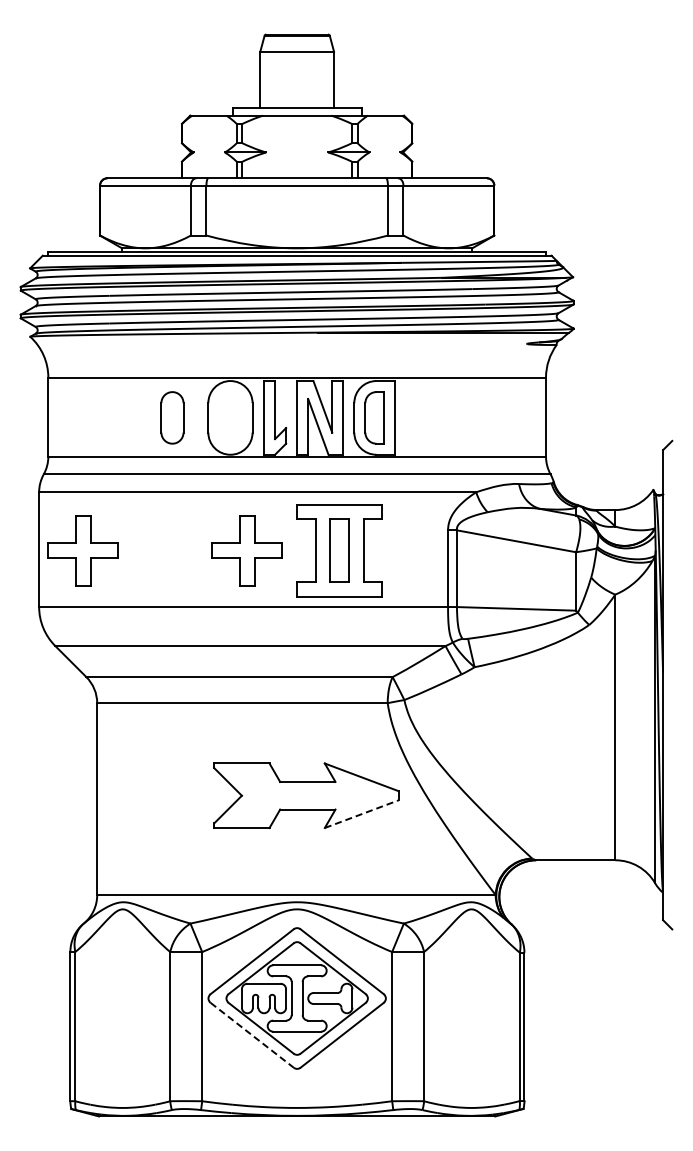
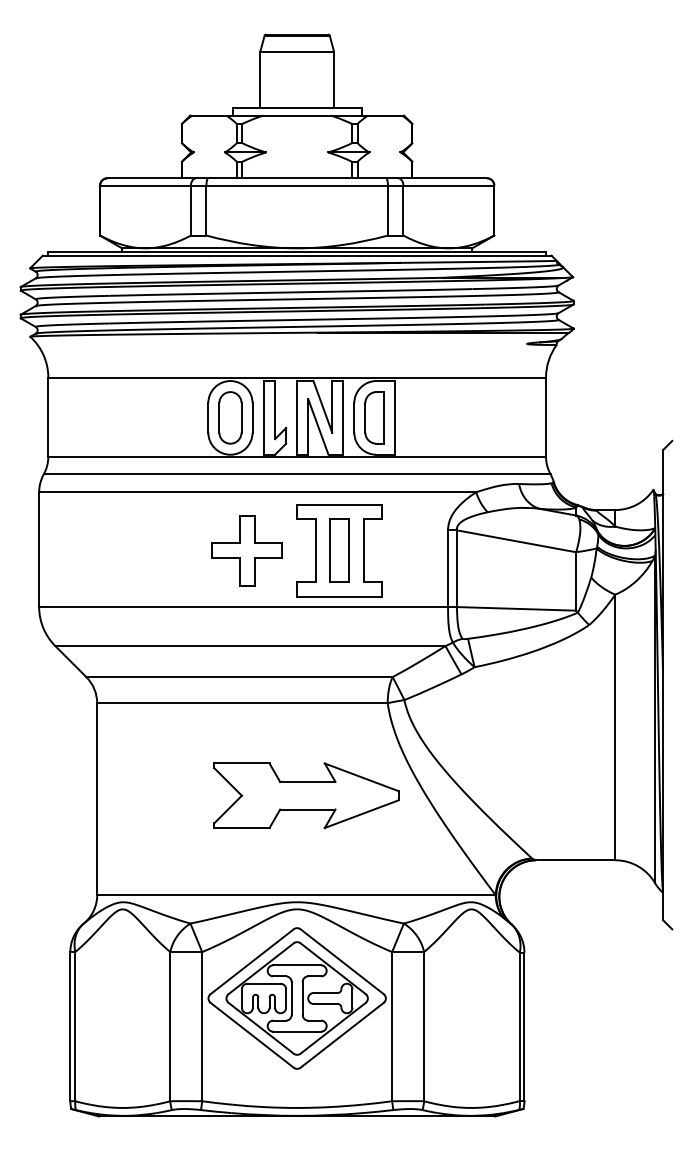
part at (172, 417) position: (172, 417) -> (230, 417)
part at (82, 550): present -> none
line at (362, 814): dashed -> solid
line at (252, 1035): dashed -> solid
